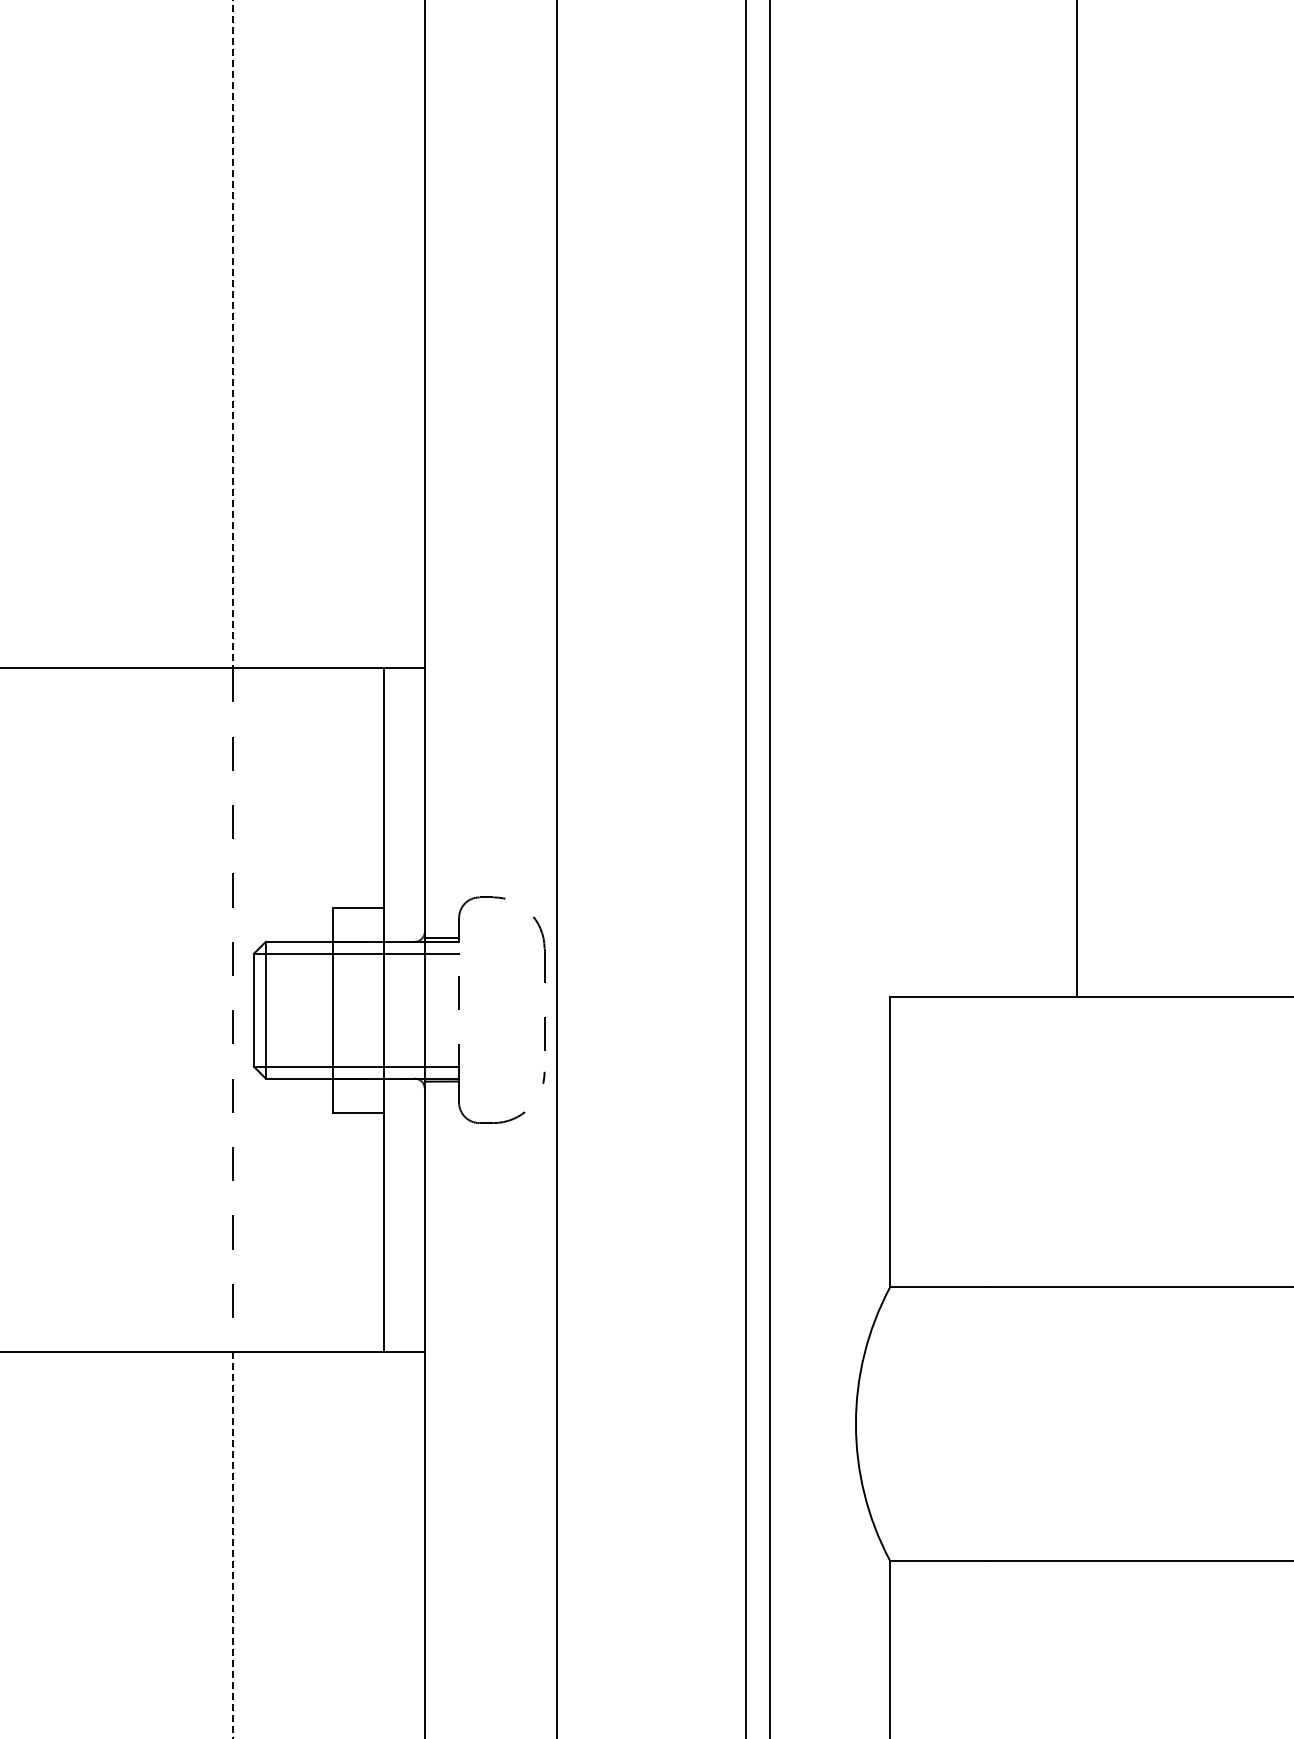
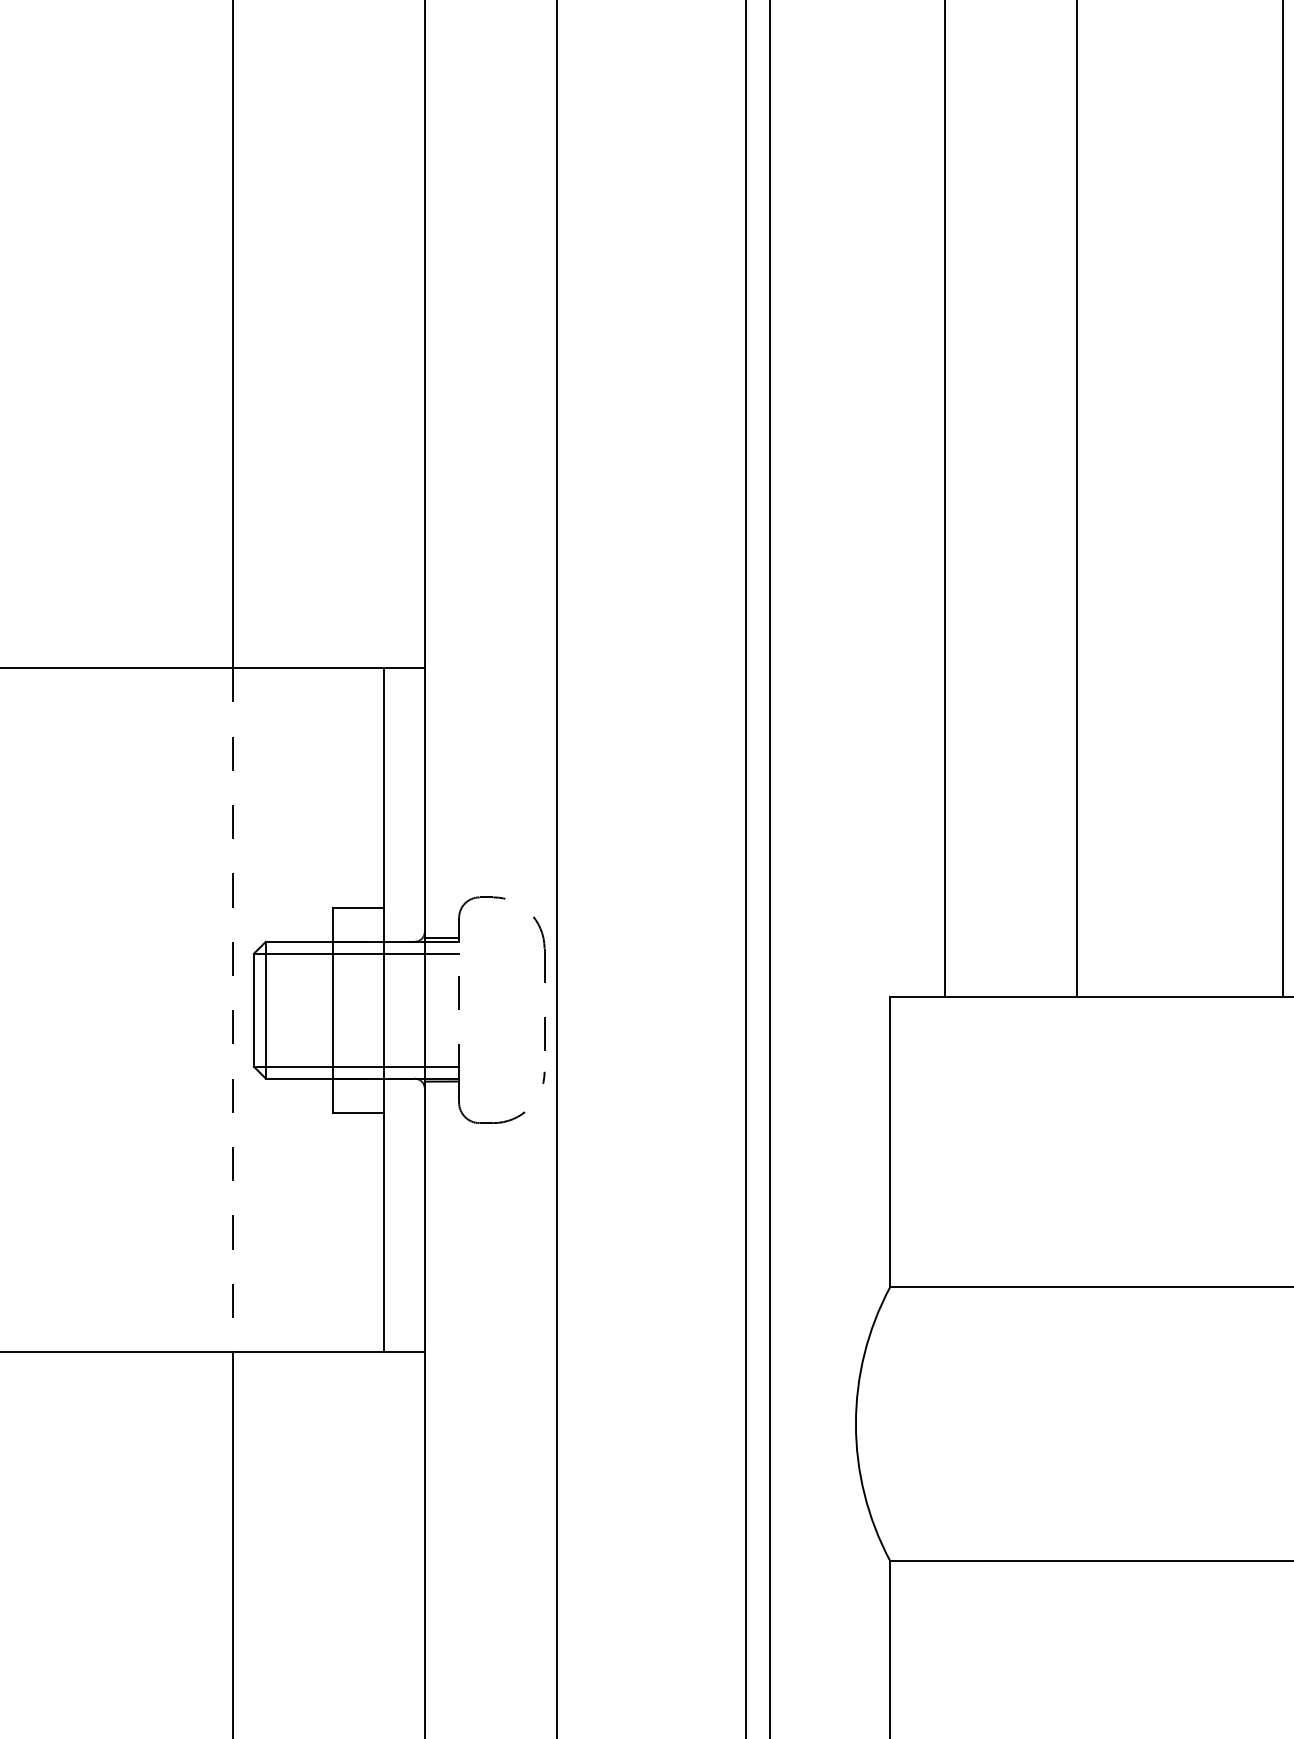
line at (233, 334): dashed -> solid
line at (944, 499): none -> present
line at (1283, 499): none -> present
line at (233, 1546): dashed -> solid
